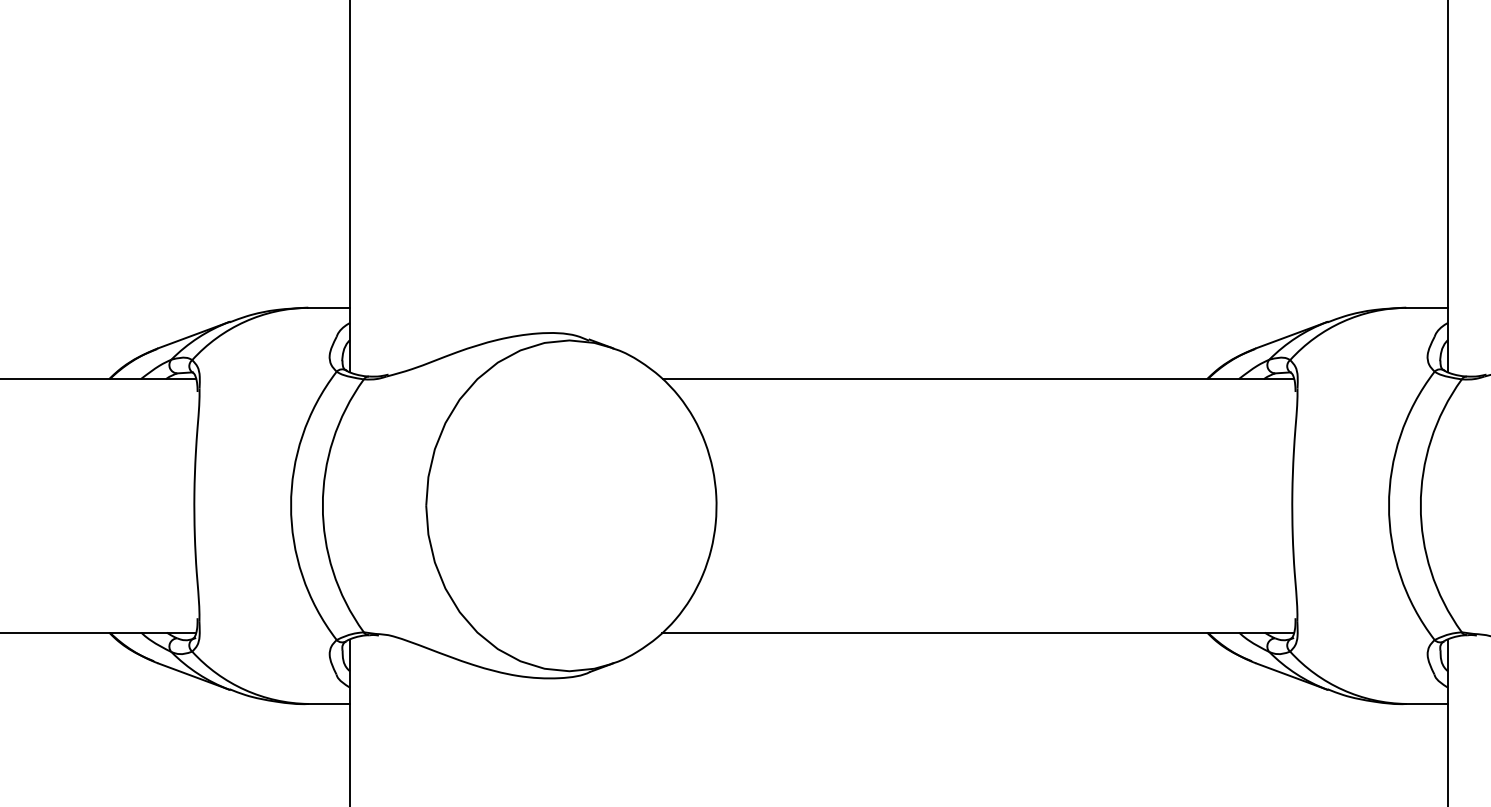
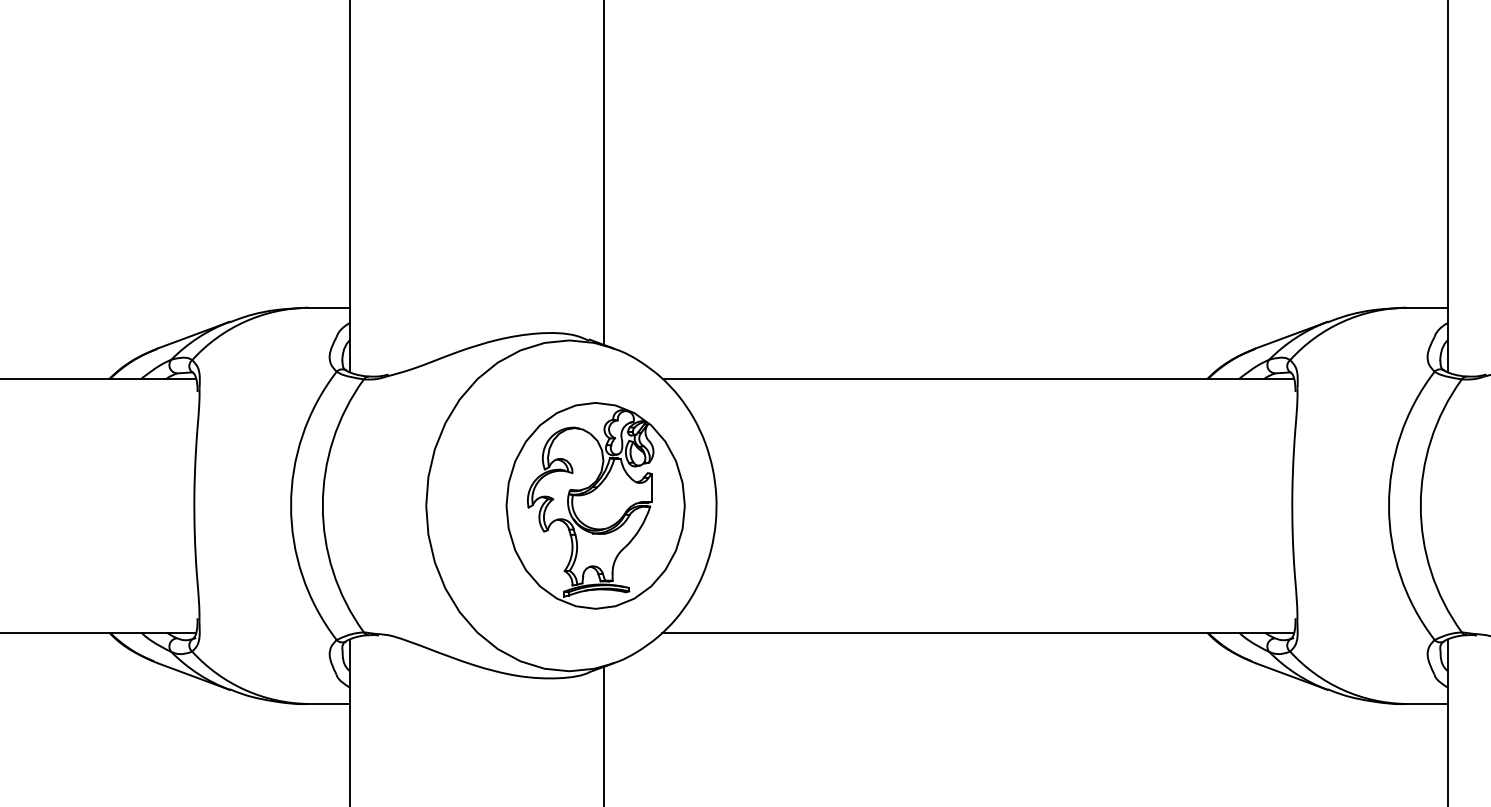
line at (603, 173): none -> present
part at (595, 505): none -> present
line at (603, 734): none -> present
